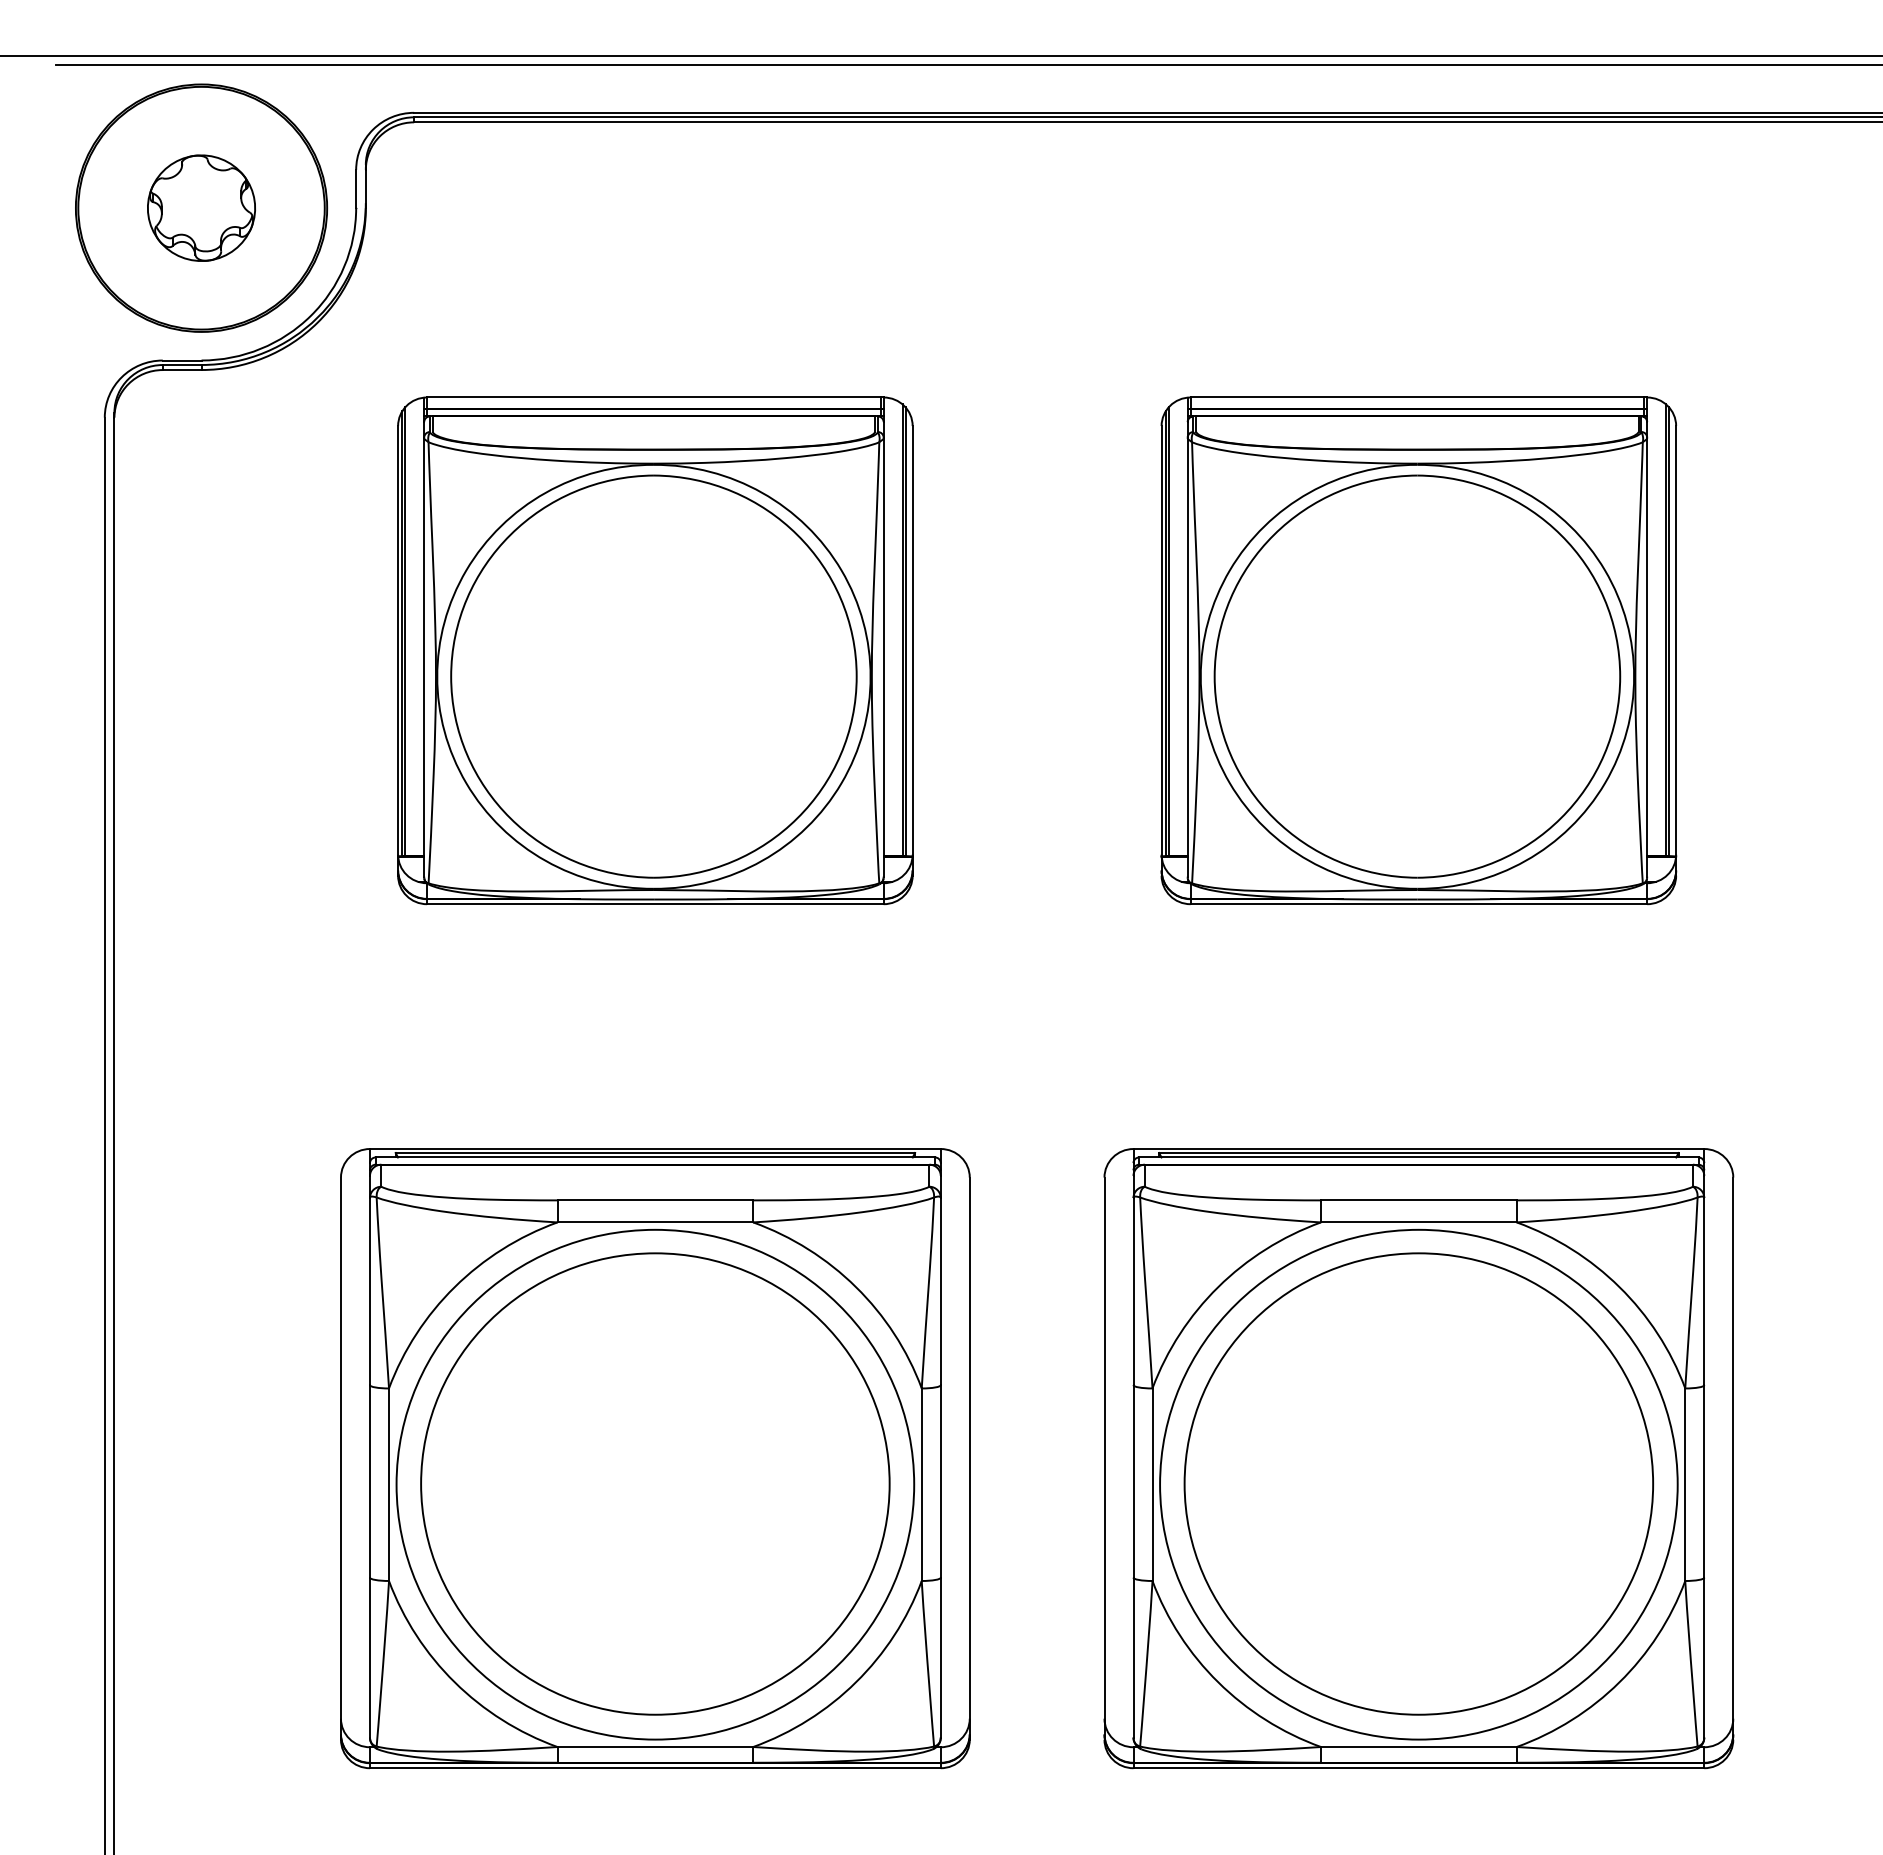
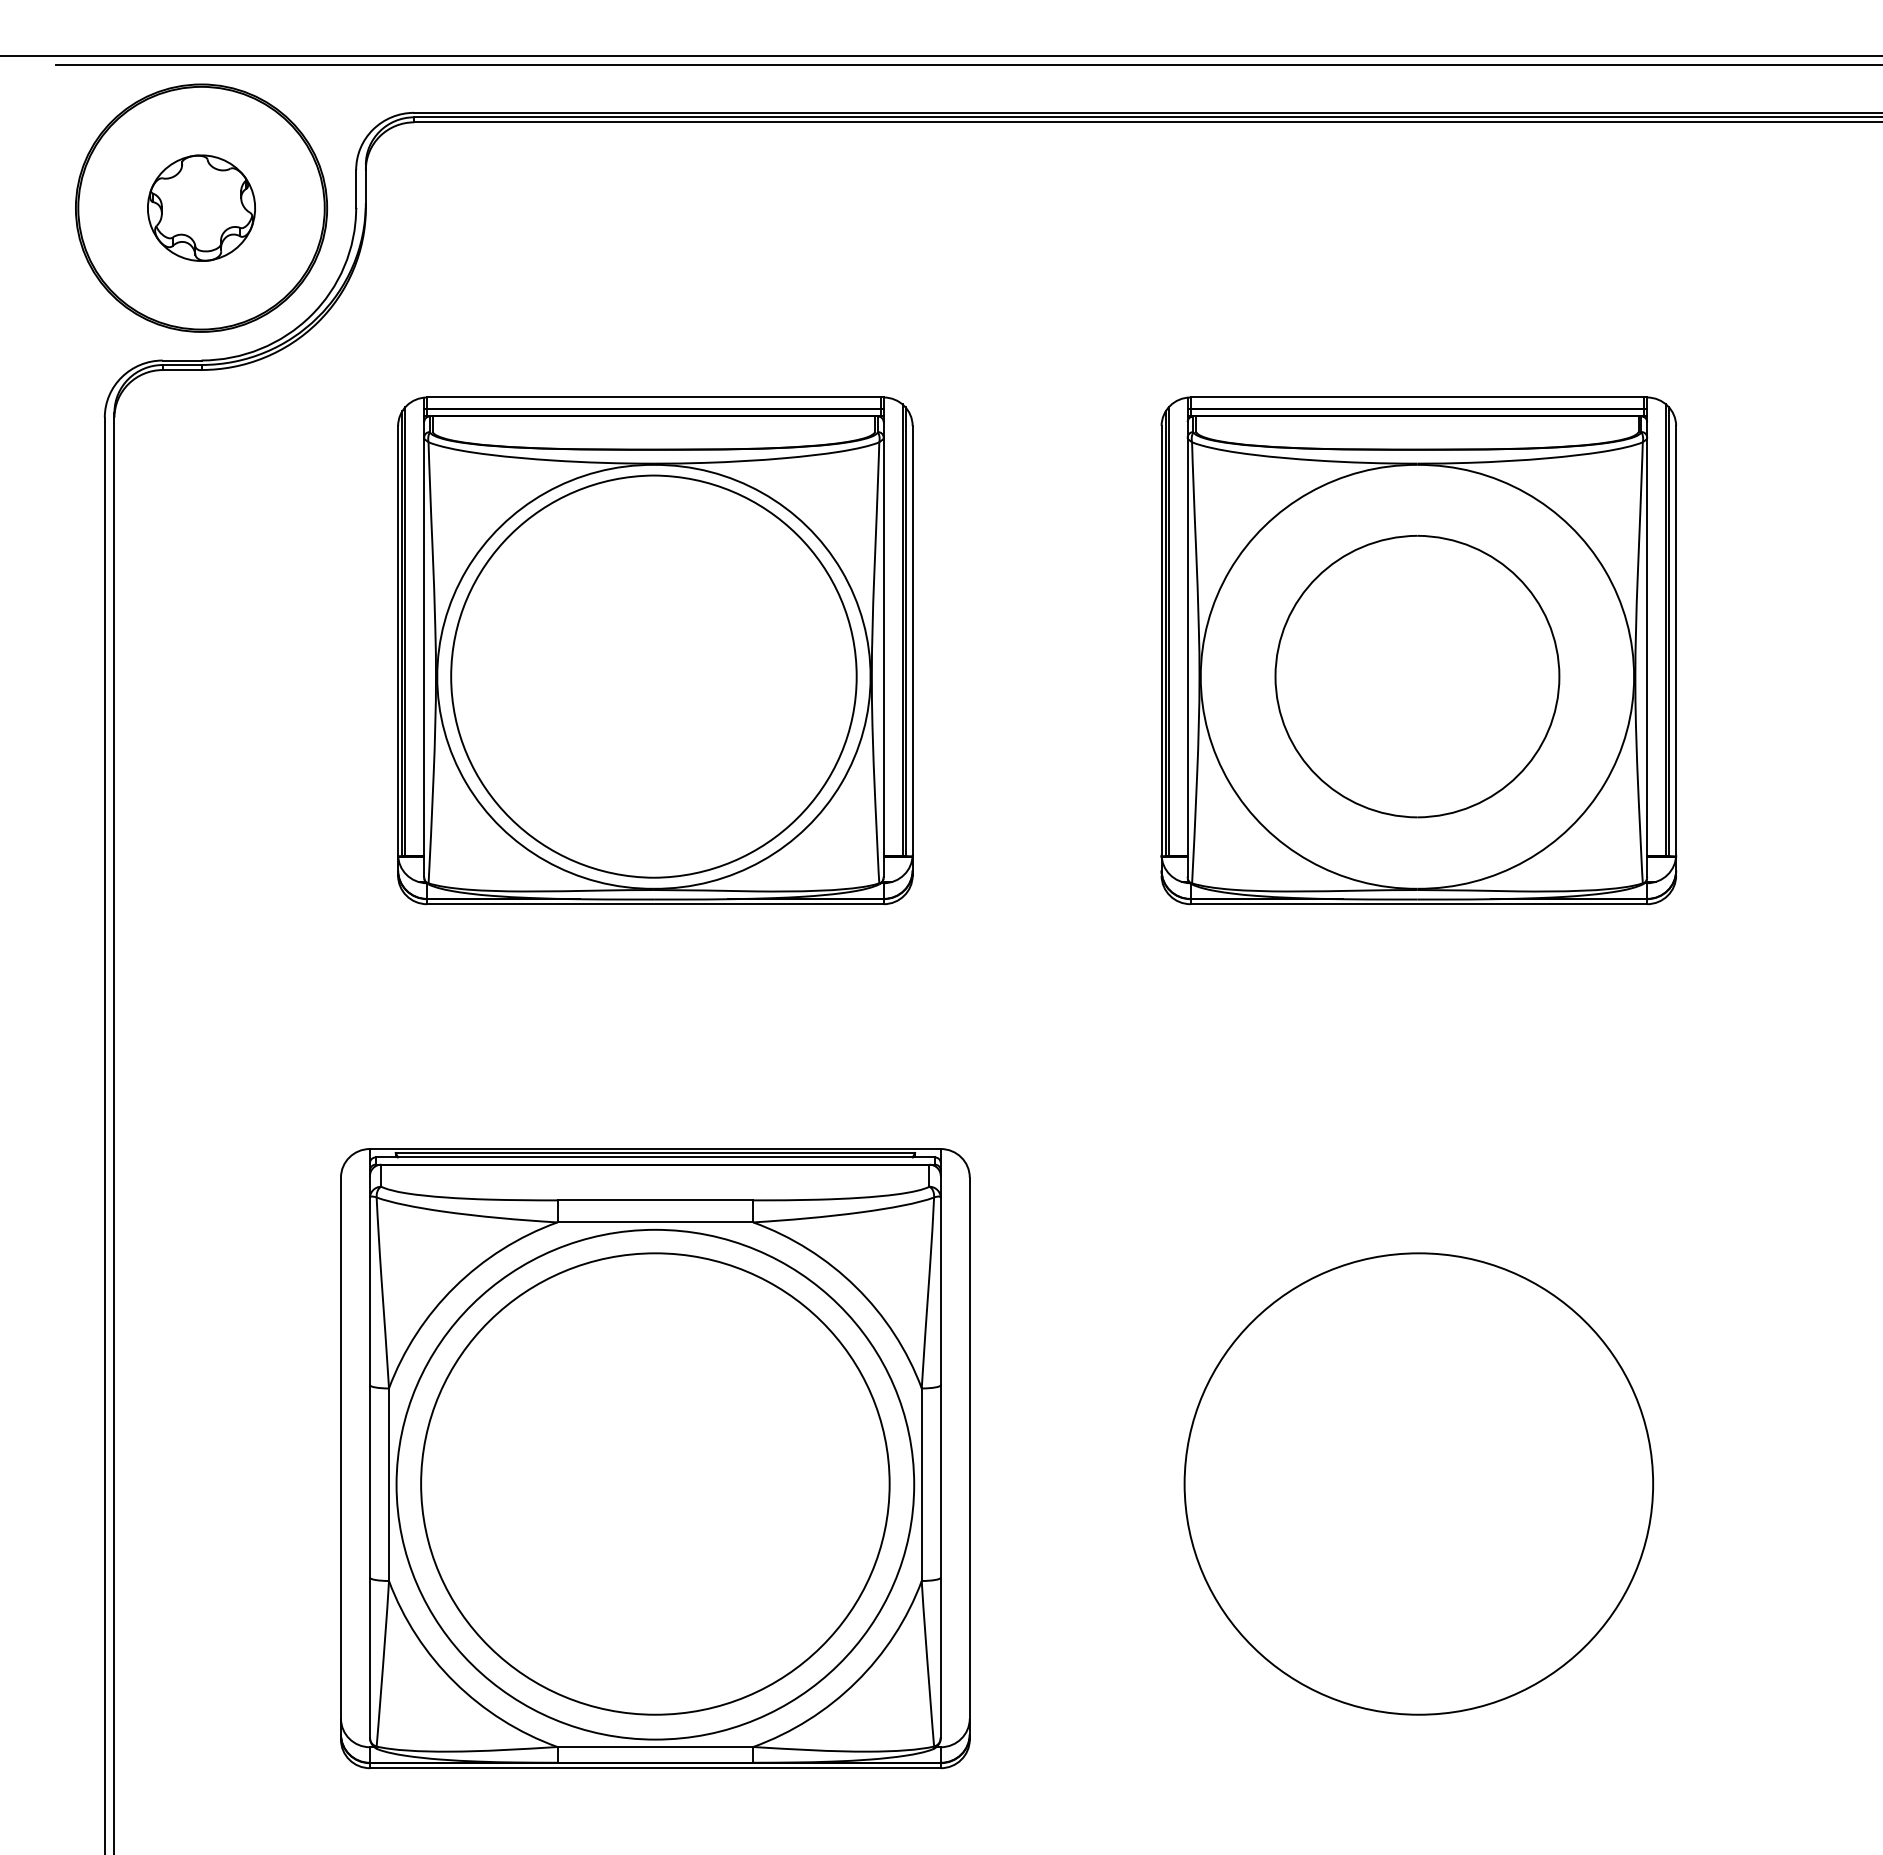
part at (1417, 676) size: 409x405 px -> 287x284 px
part at (1418, 1458): present -> none
